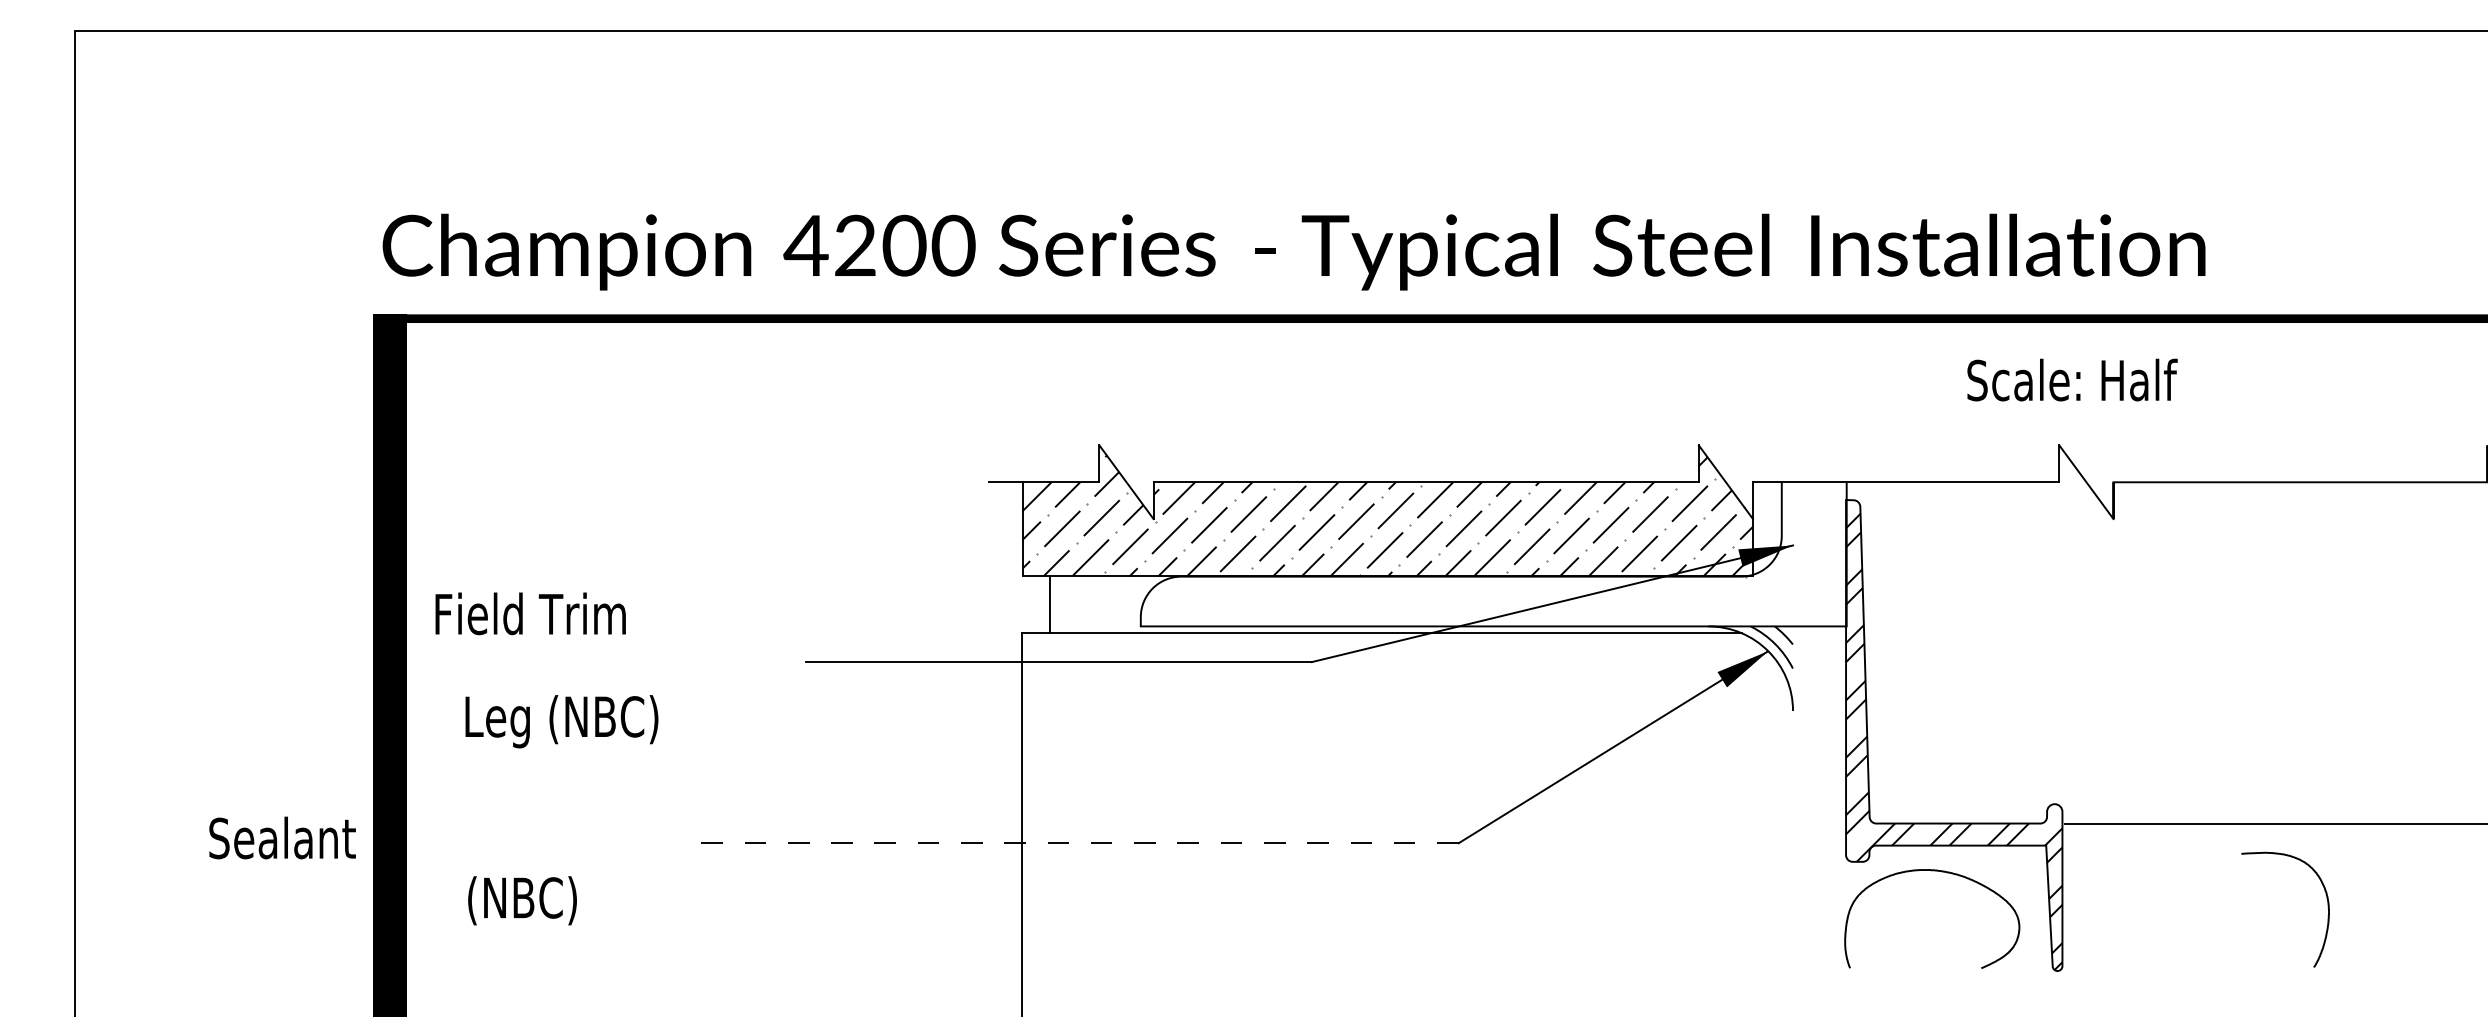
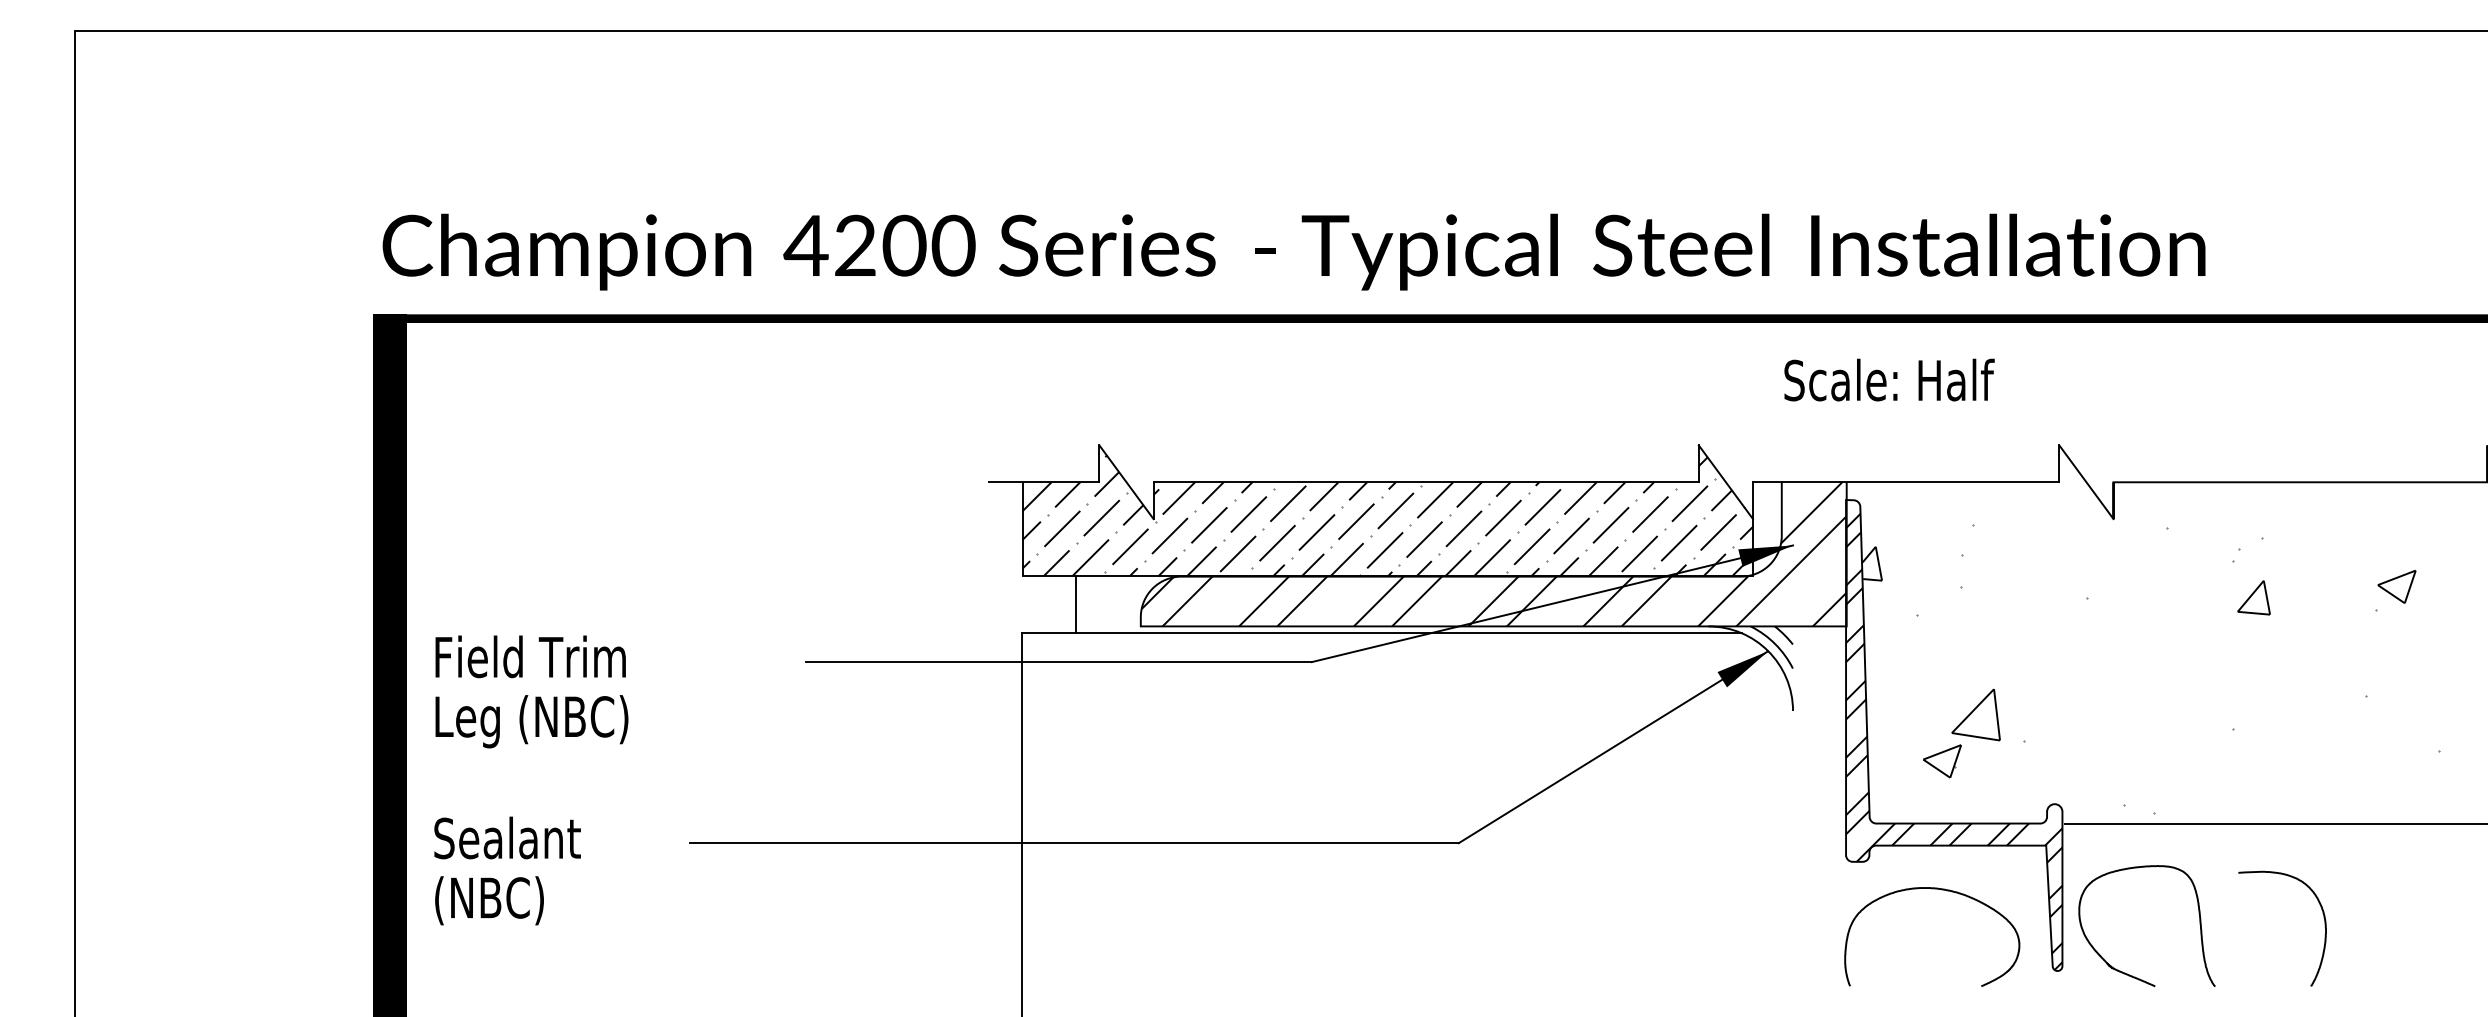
text at (2072, 379) position: (2072, 379) -> (1889, 379)
hatch at (1493, 554): none -> present
line at (1049, 604) position: (1049, 604) -> (1075, 604)
text at (530, 613) position: (530, 613) -> (530, 656)
hatch at (2150, 668): none -> present
text at (561, 721) position: (561, 721) -> (531, 721)
text at (282, 837) position: (282, 837) -> (507, 837)
line at (1073, 843): dashed -> solid
curve at (1941, 872) position: (1941, 872) -> (1941, 890)
text at (522, 900) position: (522, 900) -> (489, 900)
curve at (2327, 908) position: (2327, 908) -> (2324, 927)
curve at (2125, 972): none -> present
